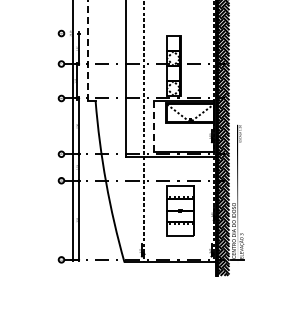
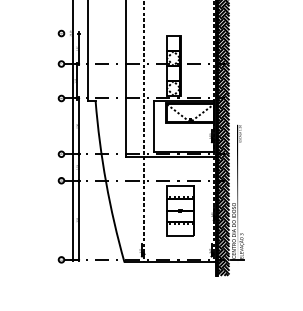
line at (88, 50): dashed -> solid
line at (153, 126): dashed -> solid
